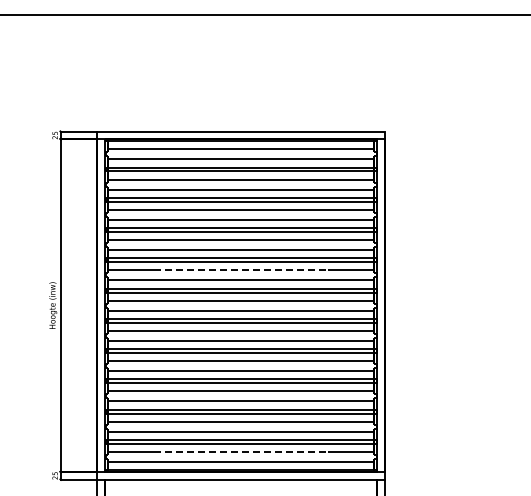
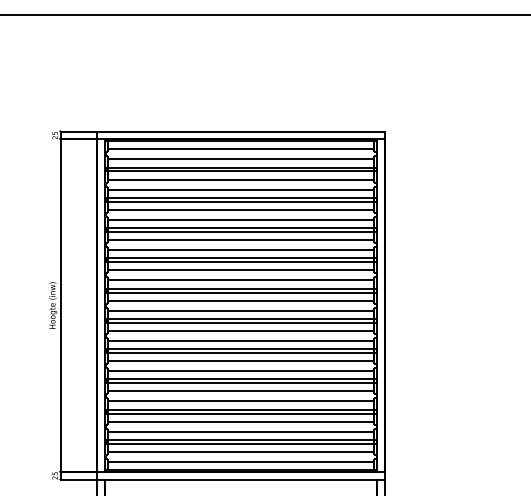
line at (241, 270): dashed -> solid
line at (241, 451): dashed -> solid
